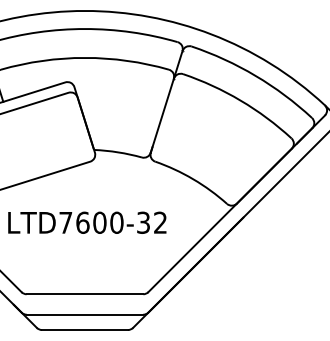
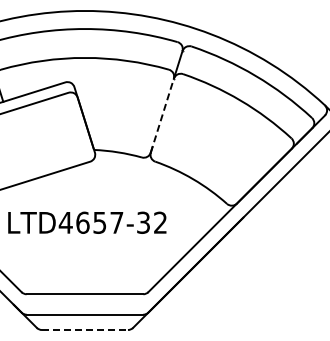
line at (162, 115): solid -> dashed
text at (90, 222): LTD7600-32 -> LTD4657-32
line at (85, 330): solid -> dashed
